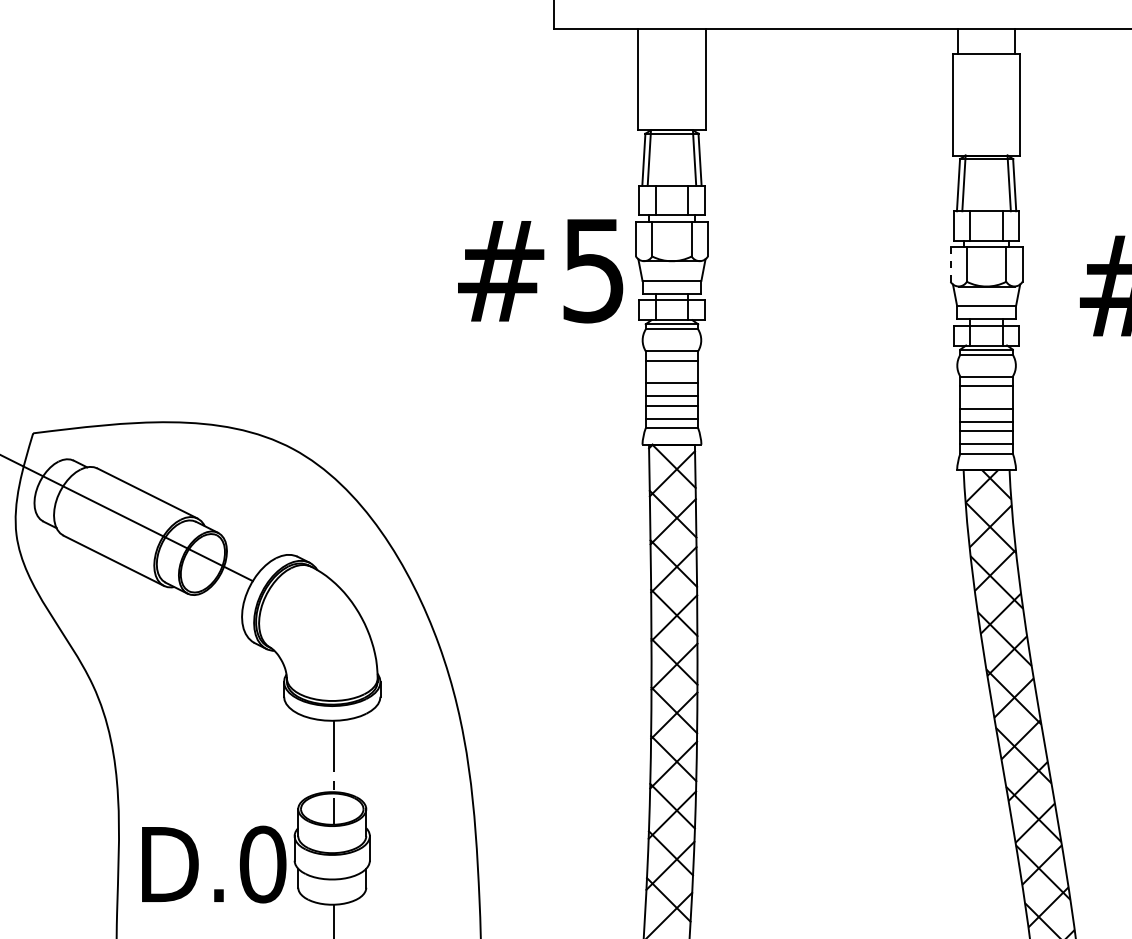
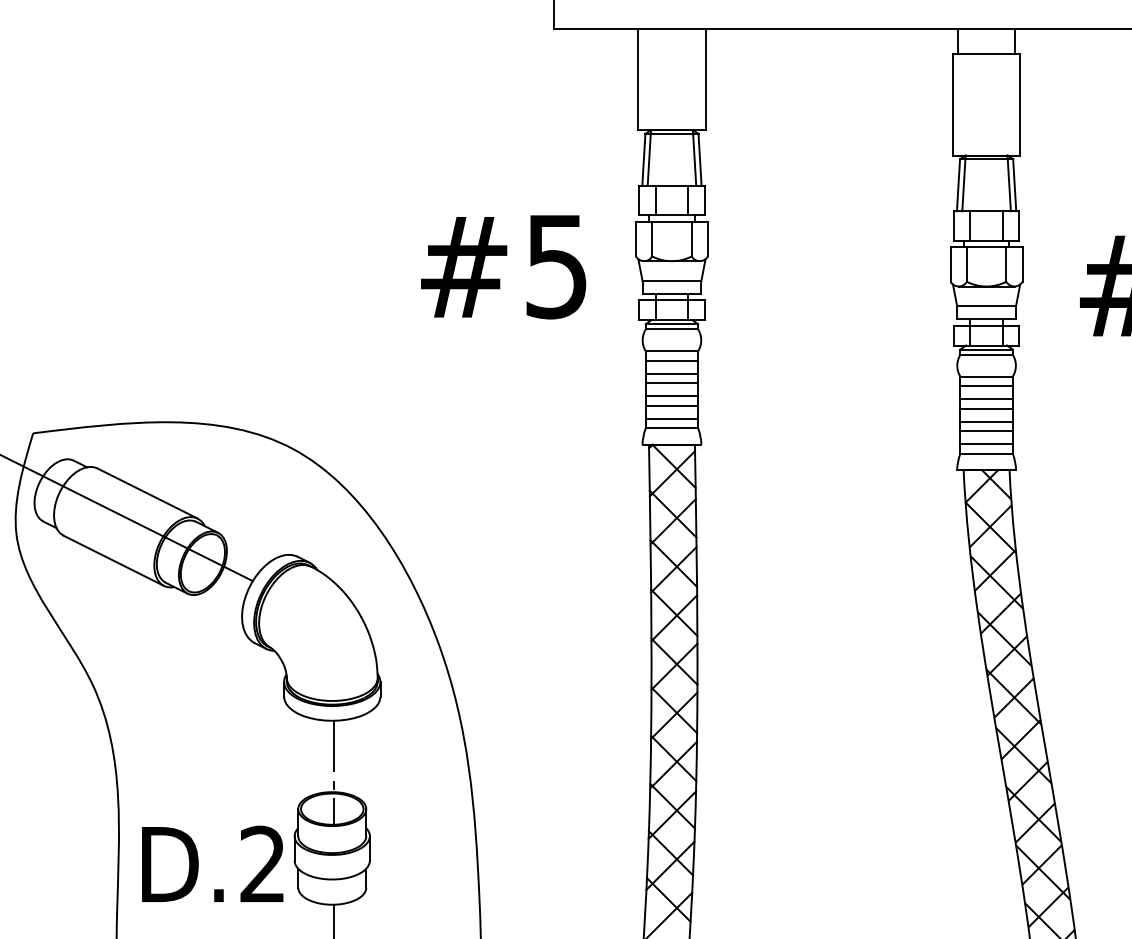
line at (950, 265): dashed -> solid
text at (540, 271) position: (540, 271) -> (503, 267)
line at (671, 373): none -> present
line at (986, 399): none -> present
text at (262, 864): D.0 -> D.2
